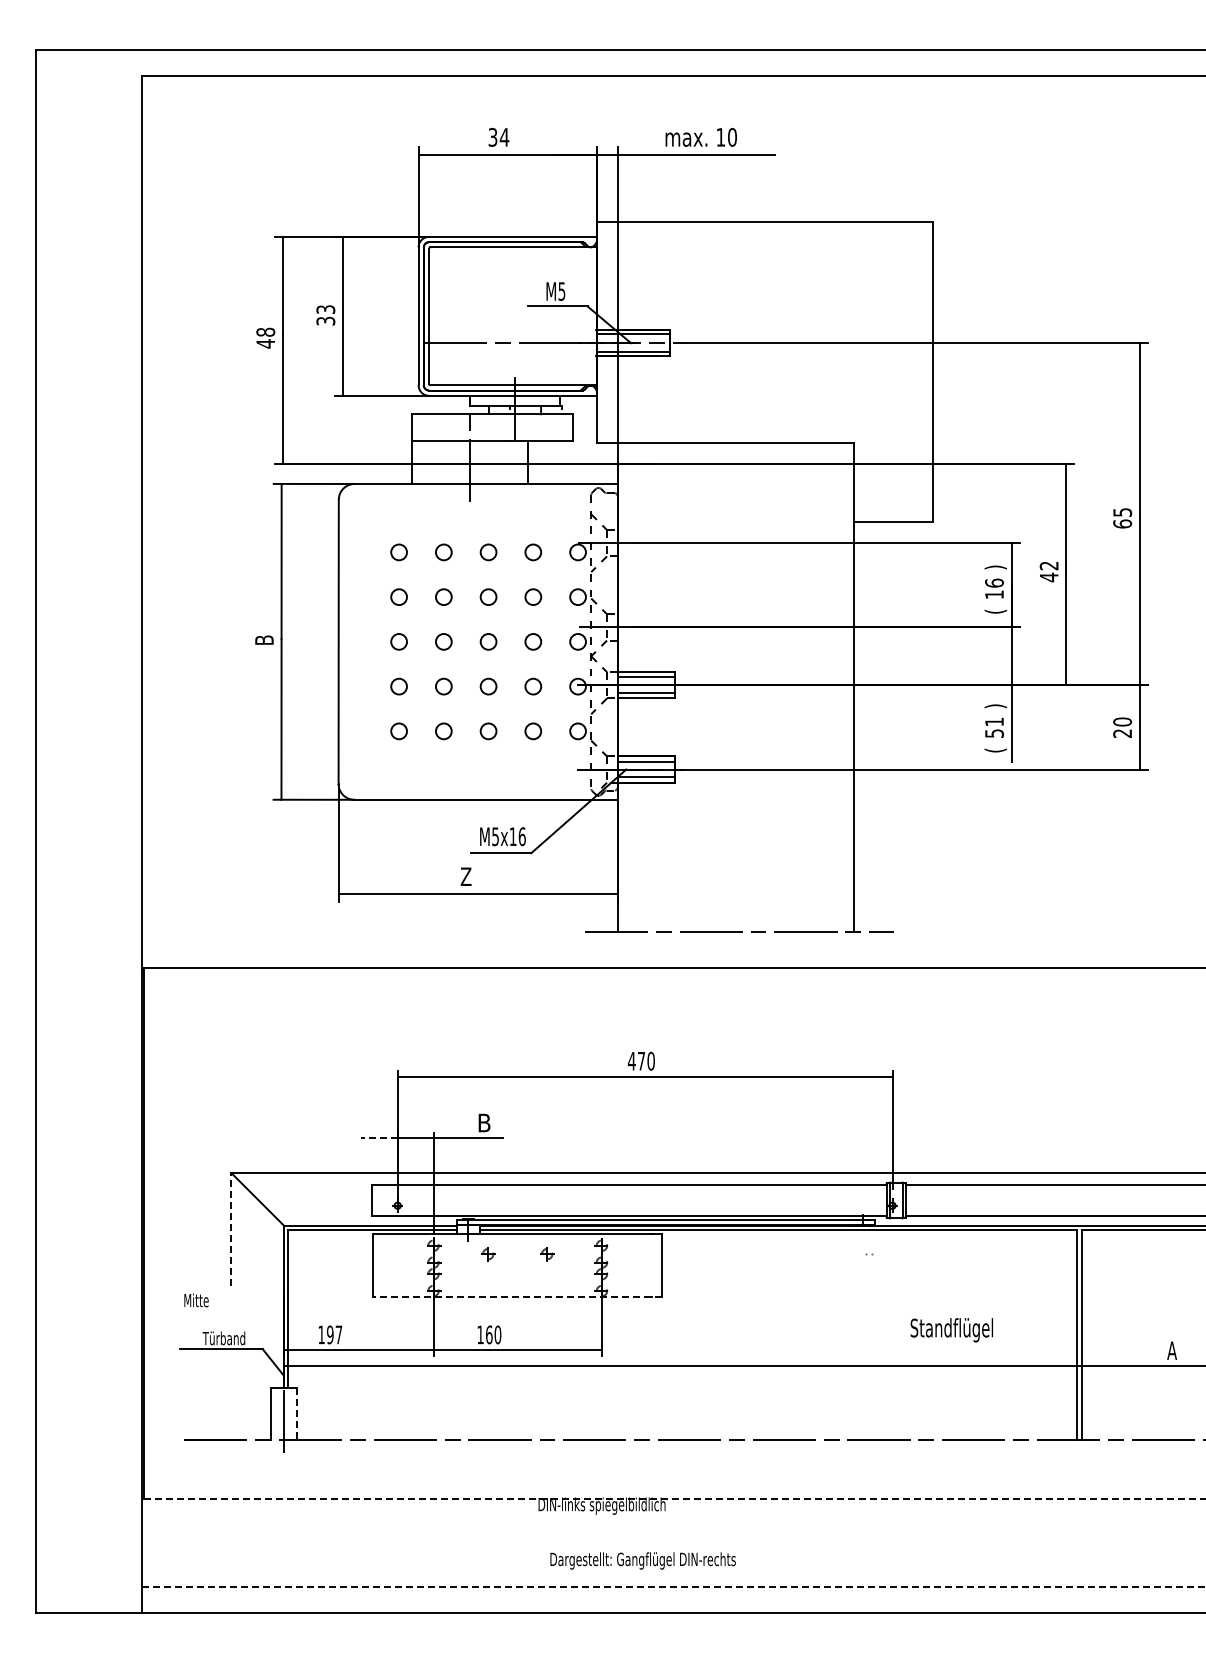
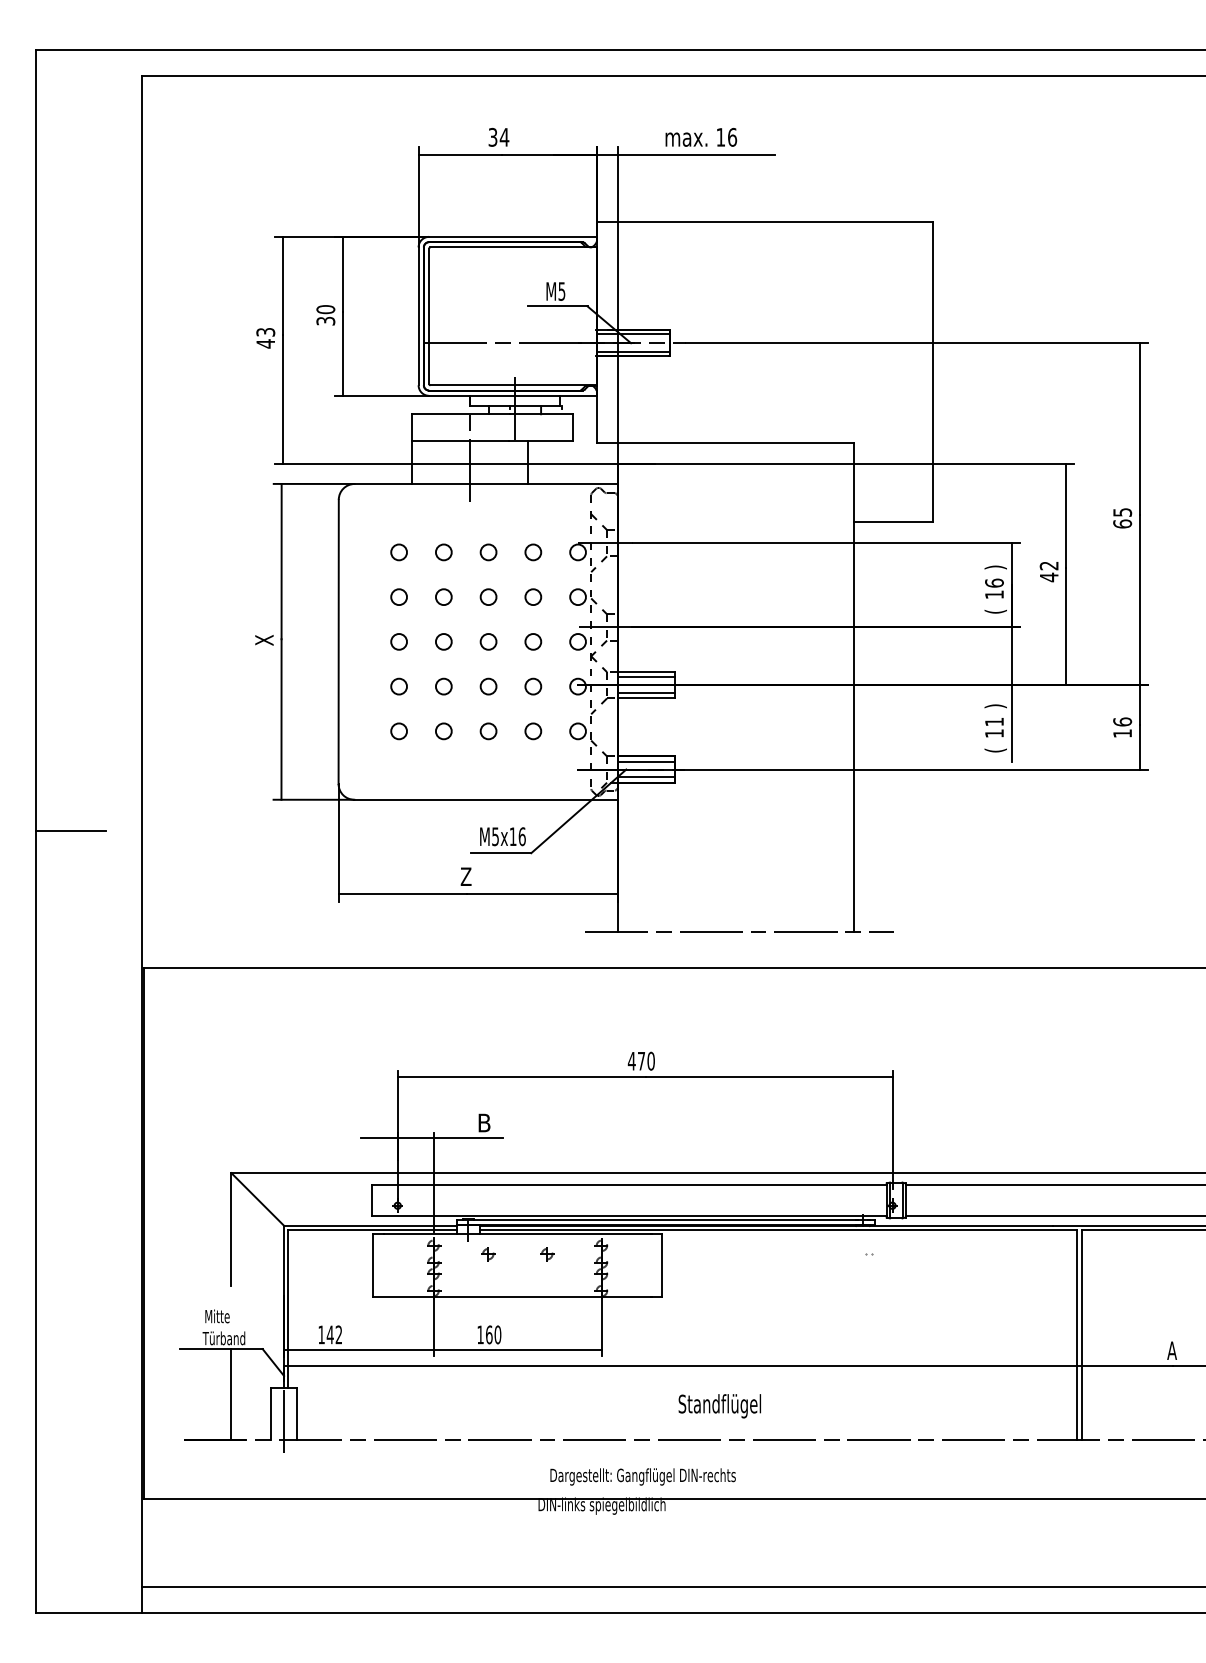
text at (732, 136): 10 -> 16
text at (325, 309): 33 -> 30
text at (265, 331): 48 -> 43
text at (264, 640): B -> X
text at (1122, 727): 20 -> 16
text at (994, 733): 51 -> 11
line at (71, 831): none -> present
line at (378, 1138): dashed -> solid
line at (231, 1229): dashed -> solid
line at (517, 1297): dashed -> solid
text at (196, 1300) position: (196, 1300) -> (217, 1316)
text at (951, 1330) position: (951, 1330) -> (719, 1406)
text at (334, 1334): 197 -> 142
line at (231, 1394): none -> present
line at (297, 1414): dashed -> solid
line at (674, 1498): dashed -> solid
text at (642, 1560) position: (642, 1560) -> (642, 1476)
line at (673, 1586): dashed -> solid
